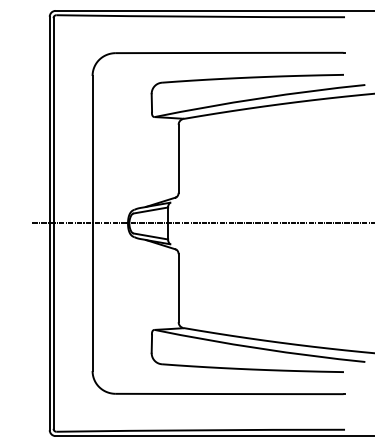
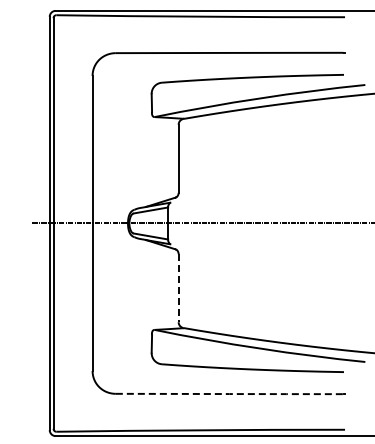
line at (178, 288): solid -> dashed
line at (230, 394): solid -> dashed
